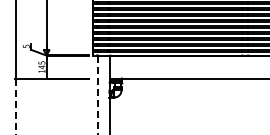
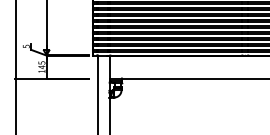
line at (98, 95): dashed -> solid
line at (15, 106): dashed -> solid
